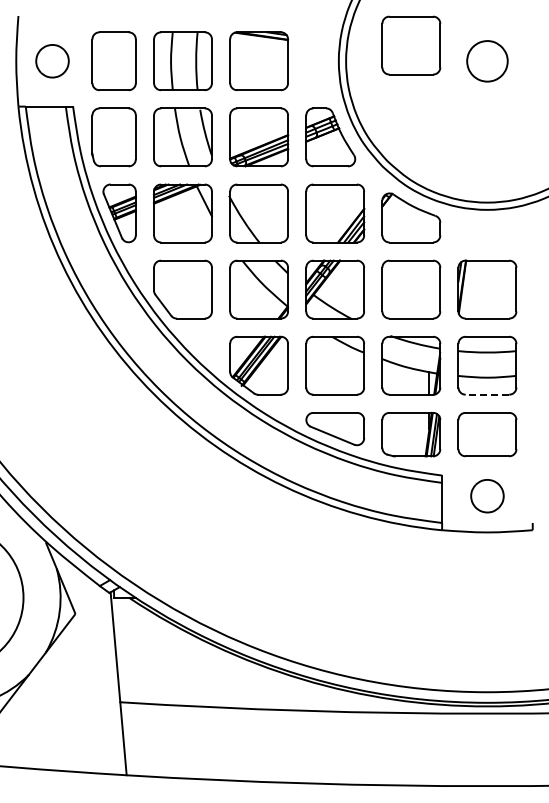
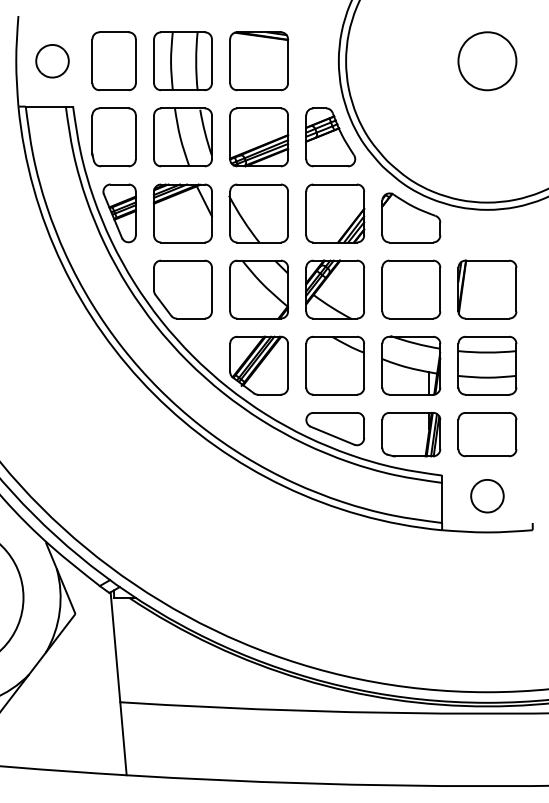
part at (411, 45): present -> none
part at (487, 61) size: 43x43 px -> 61x61 px
line at (487, 394): dashed -> solid
